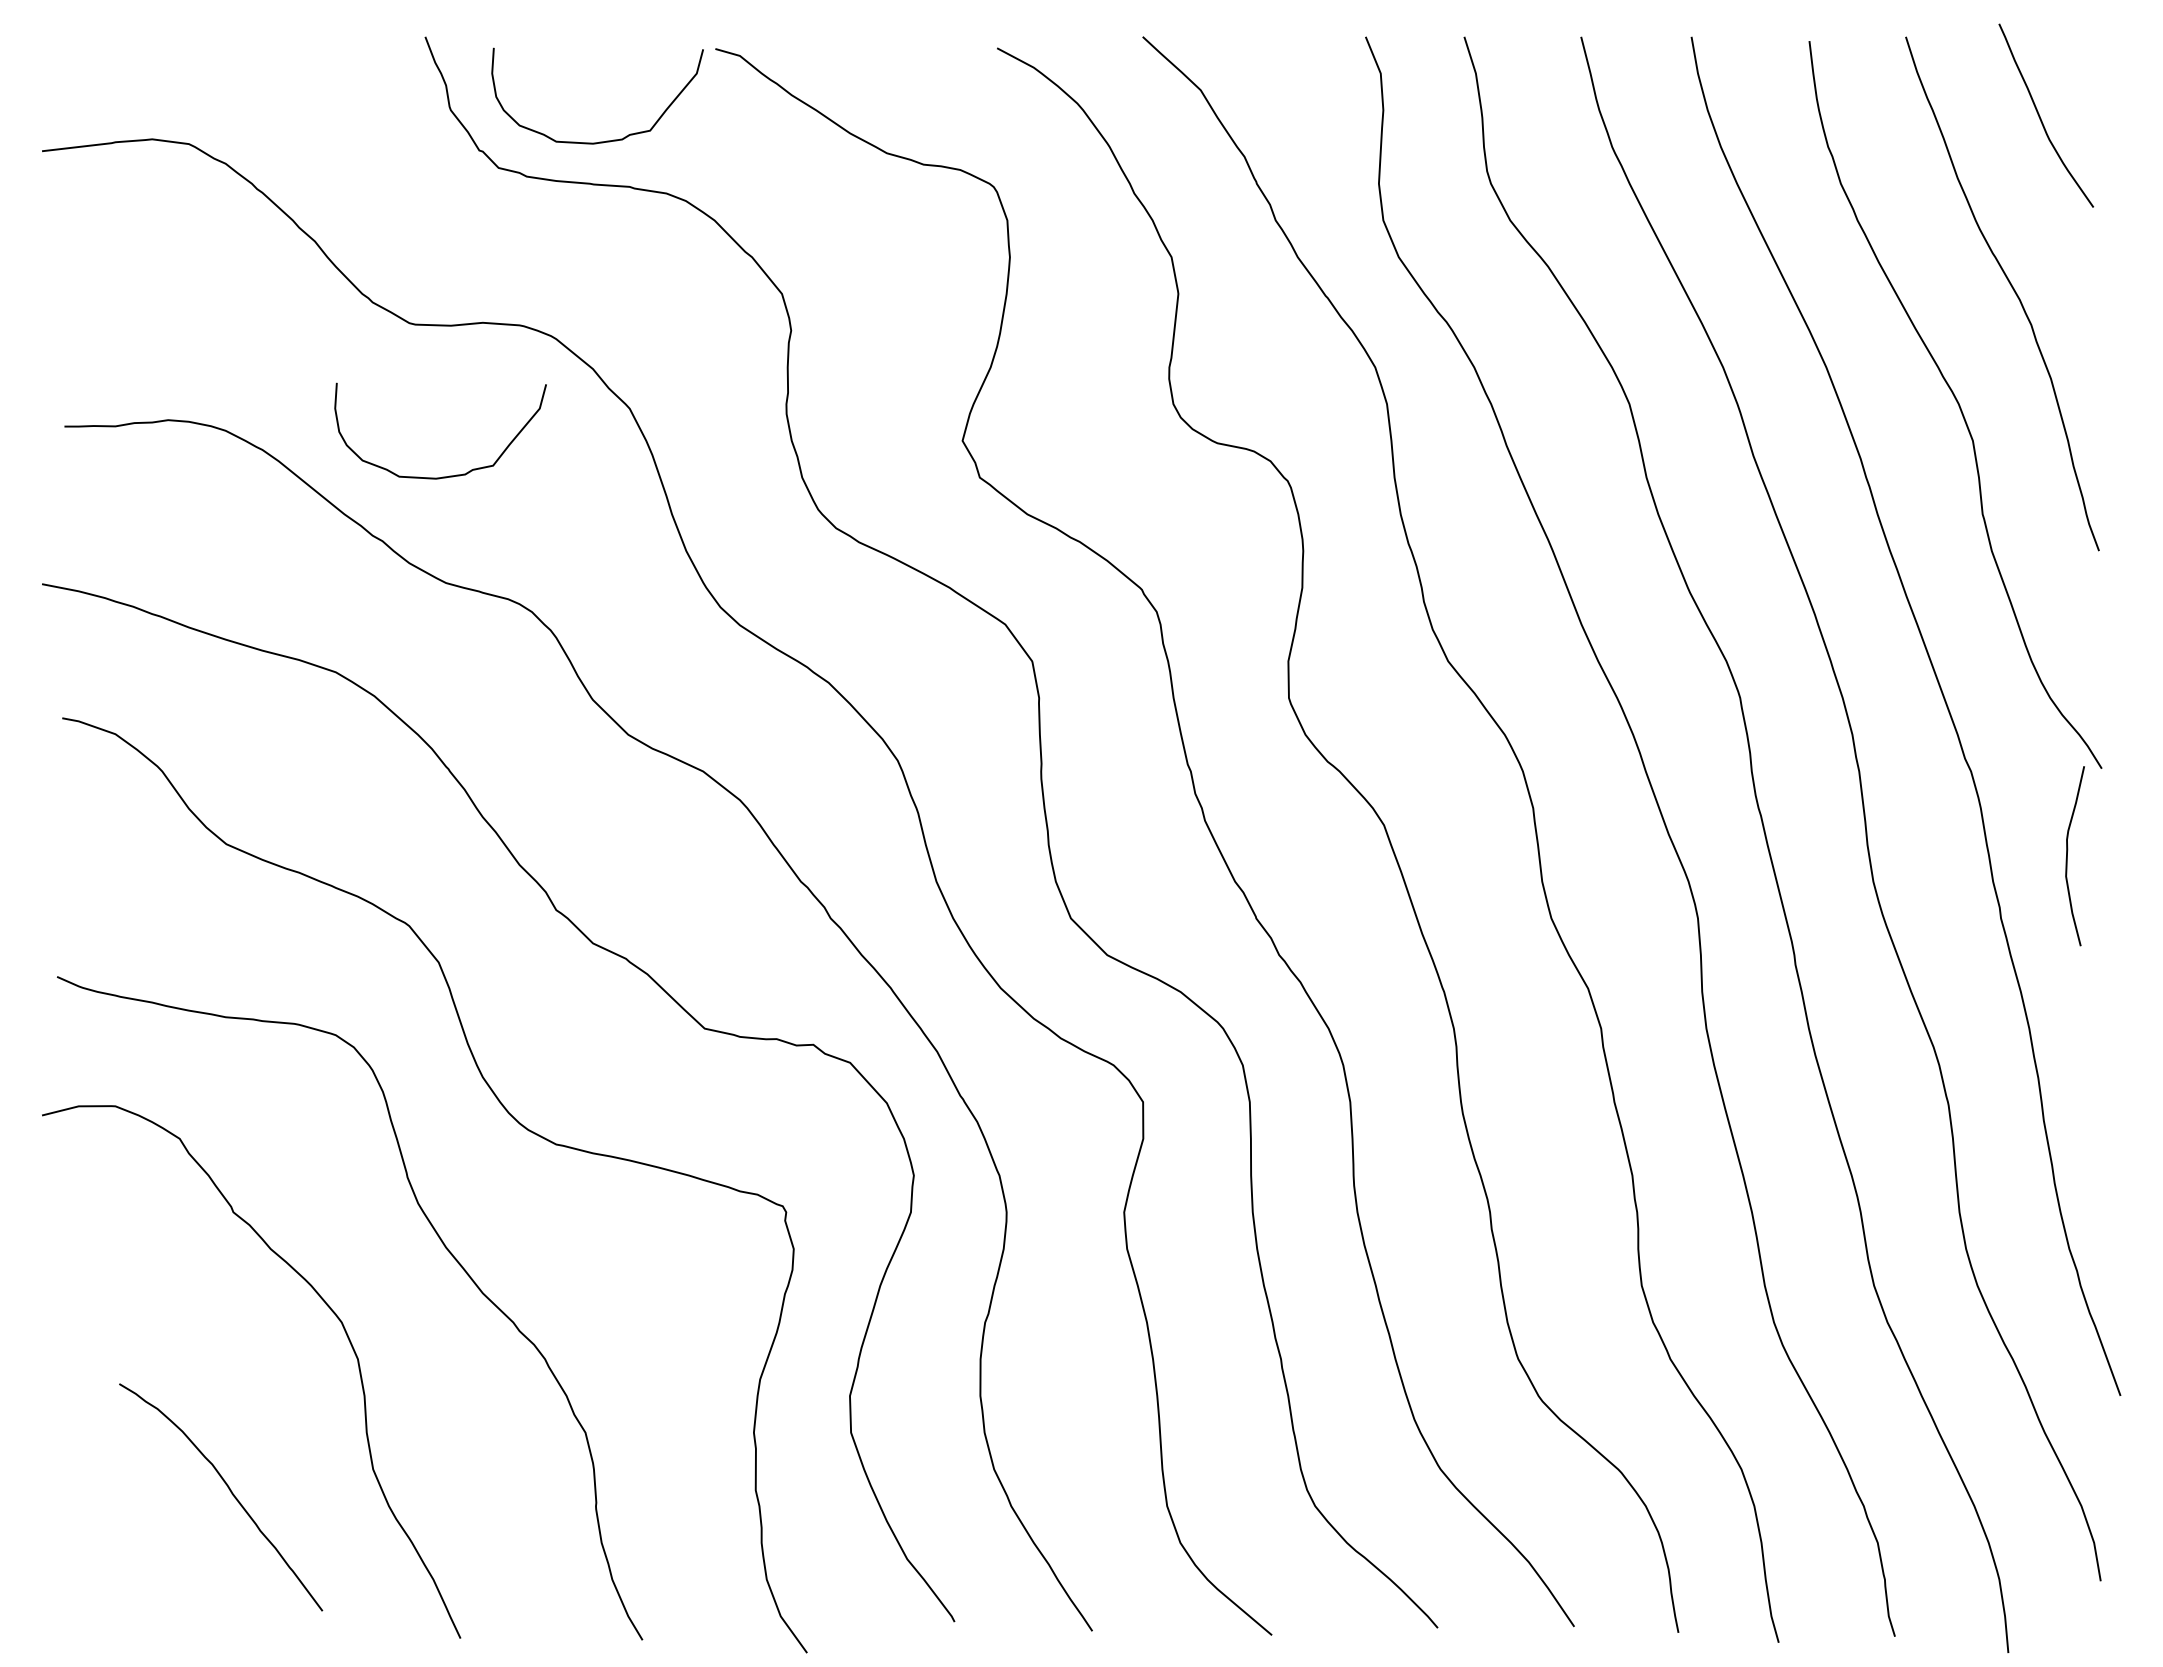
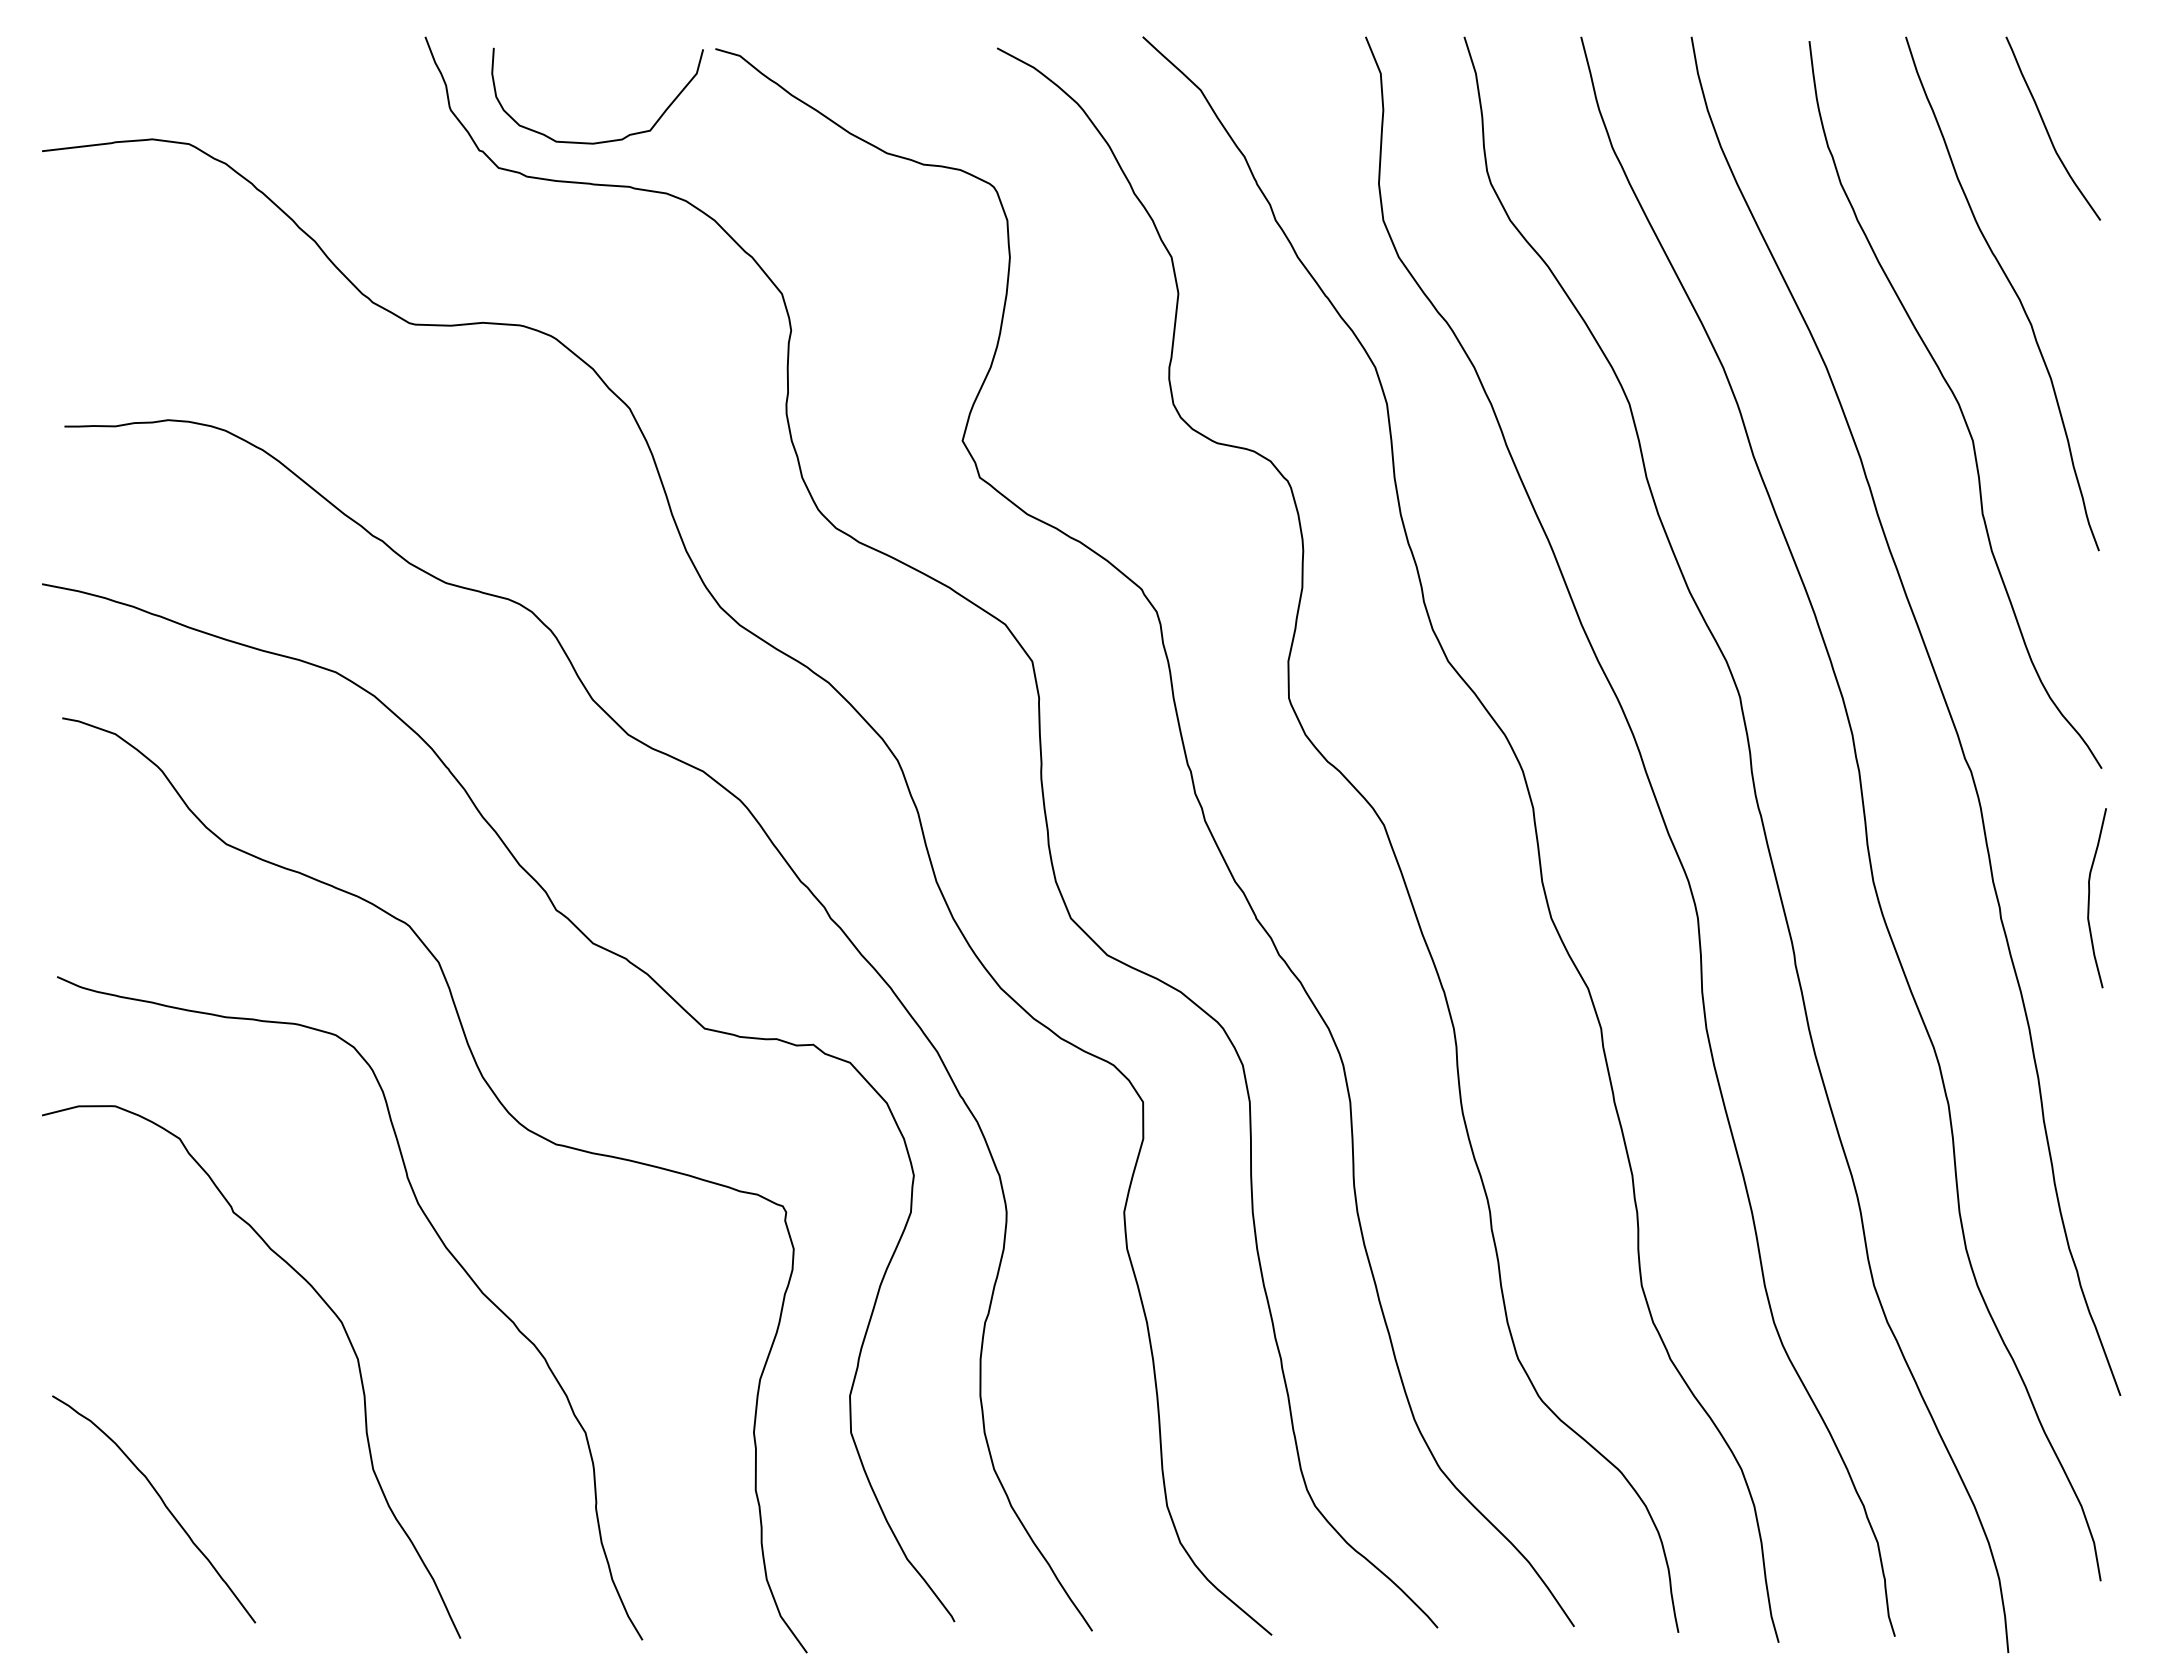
curve at (2041, 118) position: (2041, 118) -> (2048, 131)
curve at (449, 475): present -> none
curve at (2067, 856) position: (2067, 856) -> (2089, 898)
curve at (230, 1492) position: (230, 1492) -> (163, 1504)
